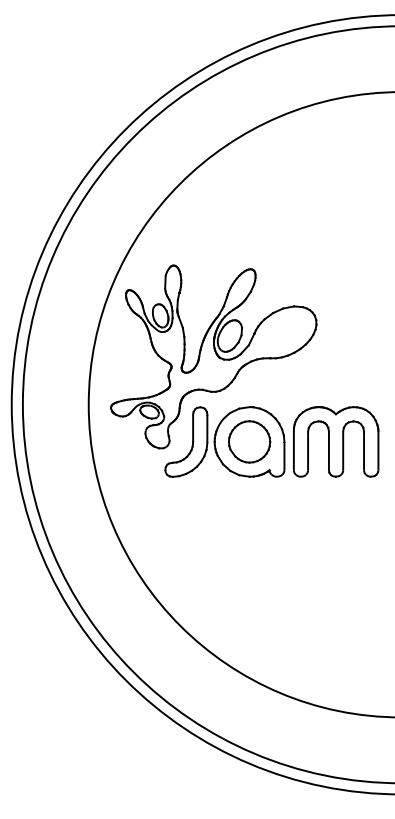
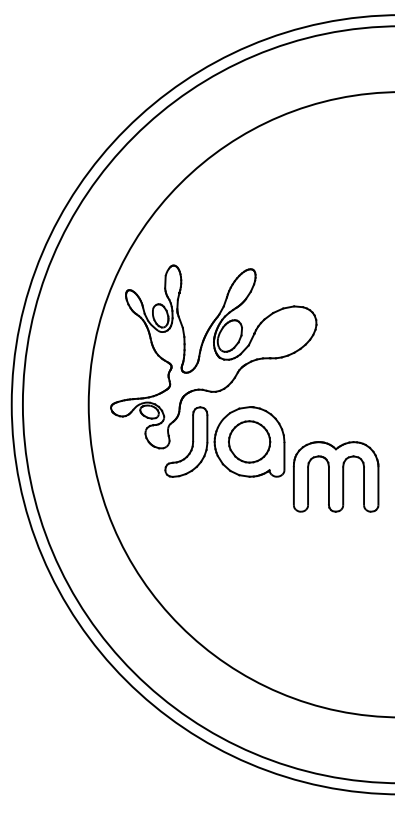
part at (335, 441) position: (335, 441) -> (335, 476)
